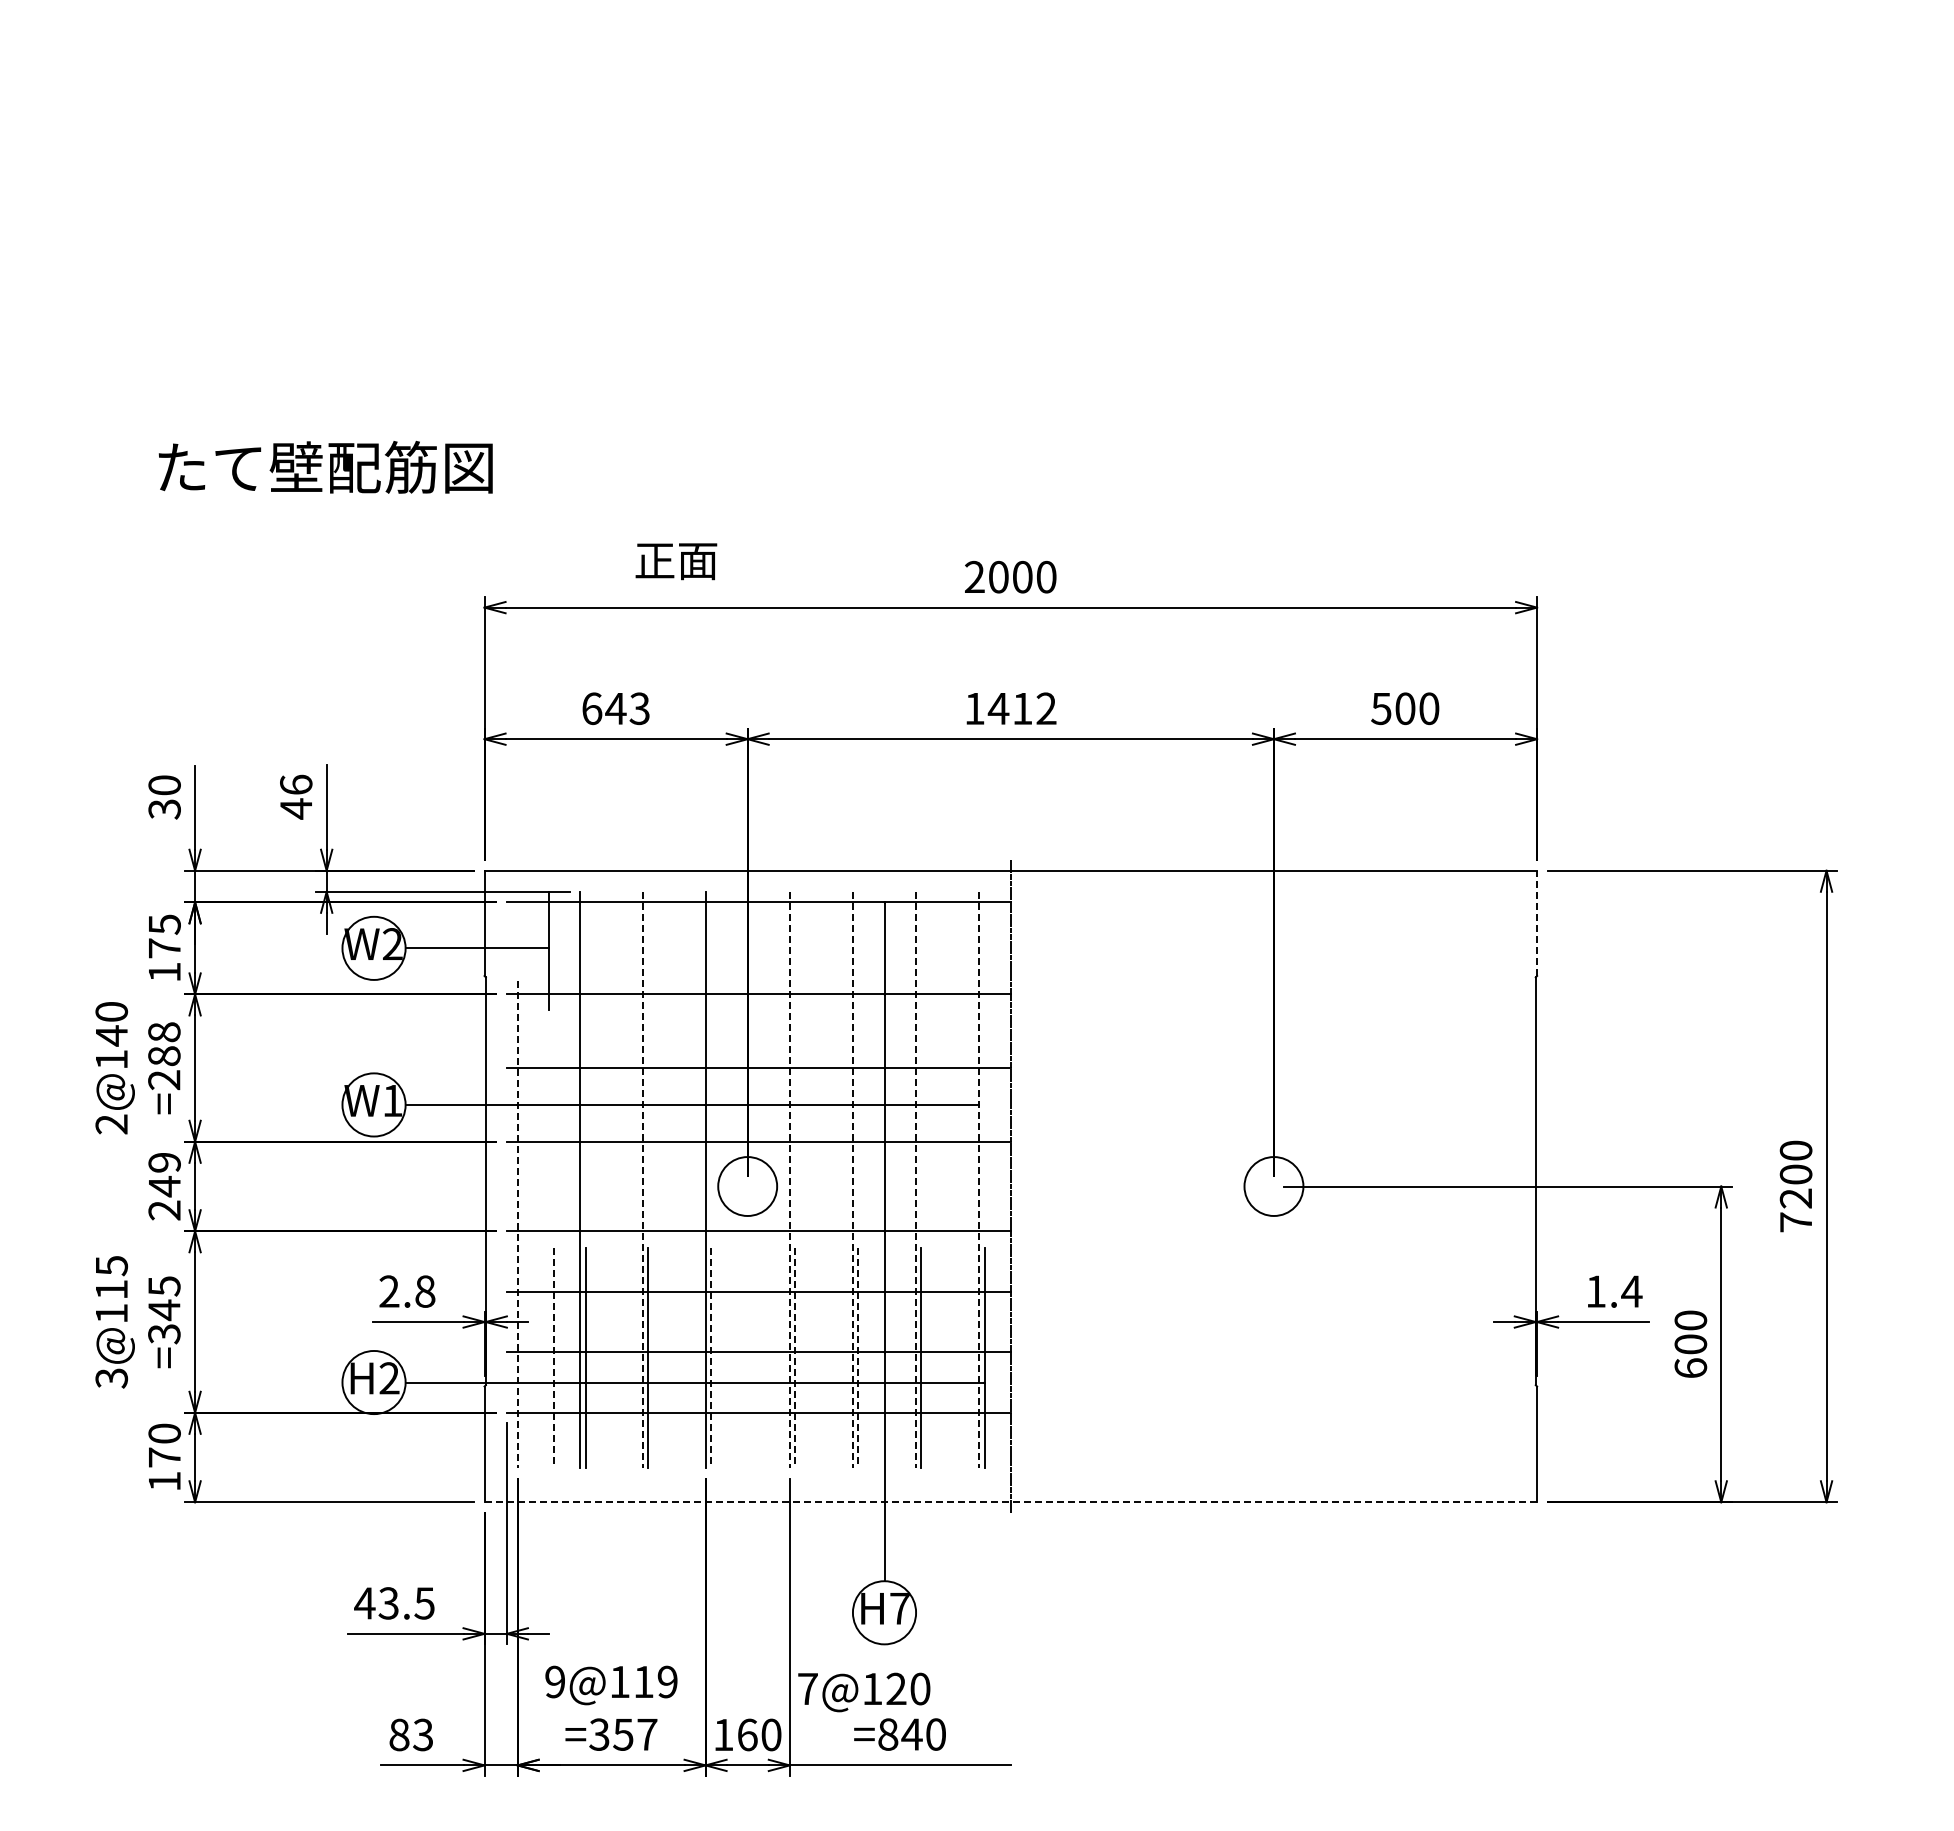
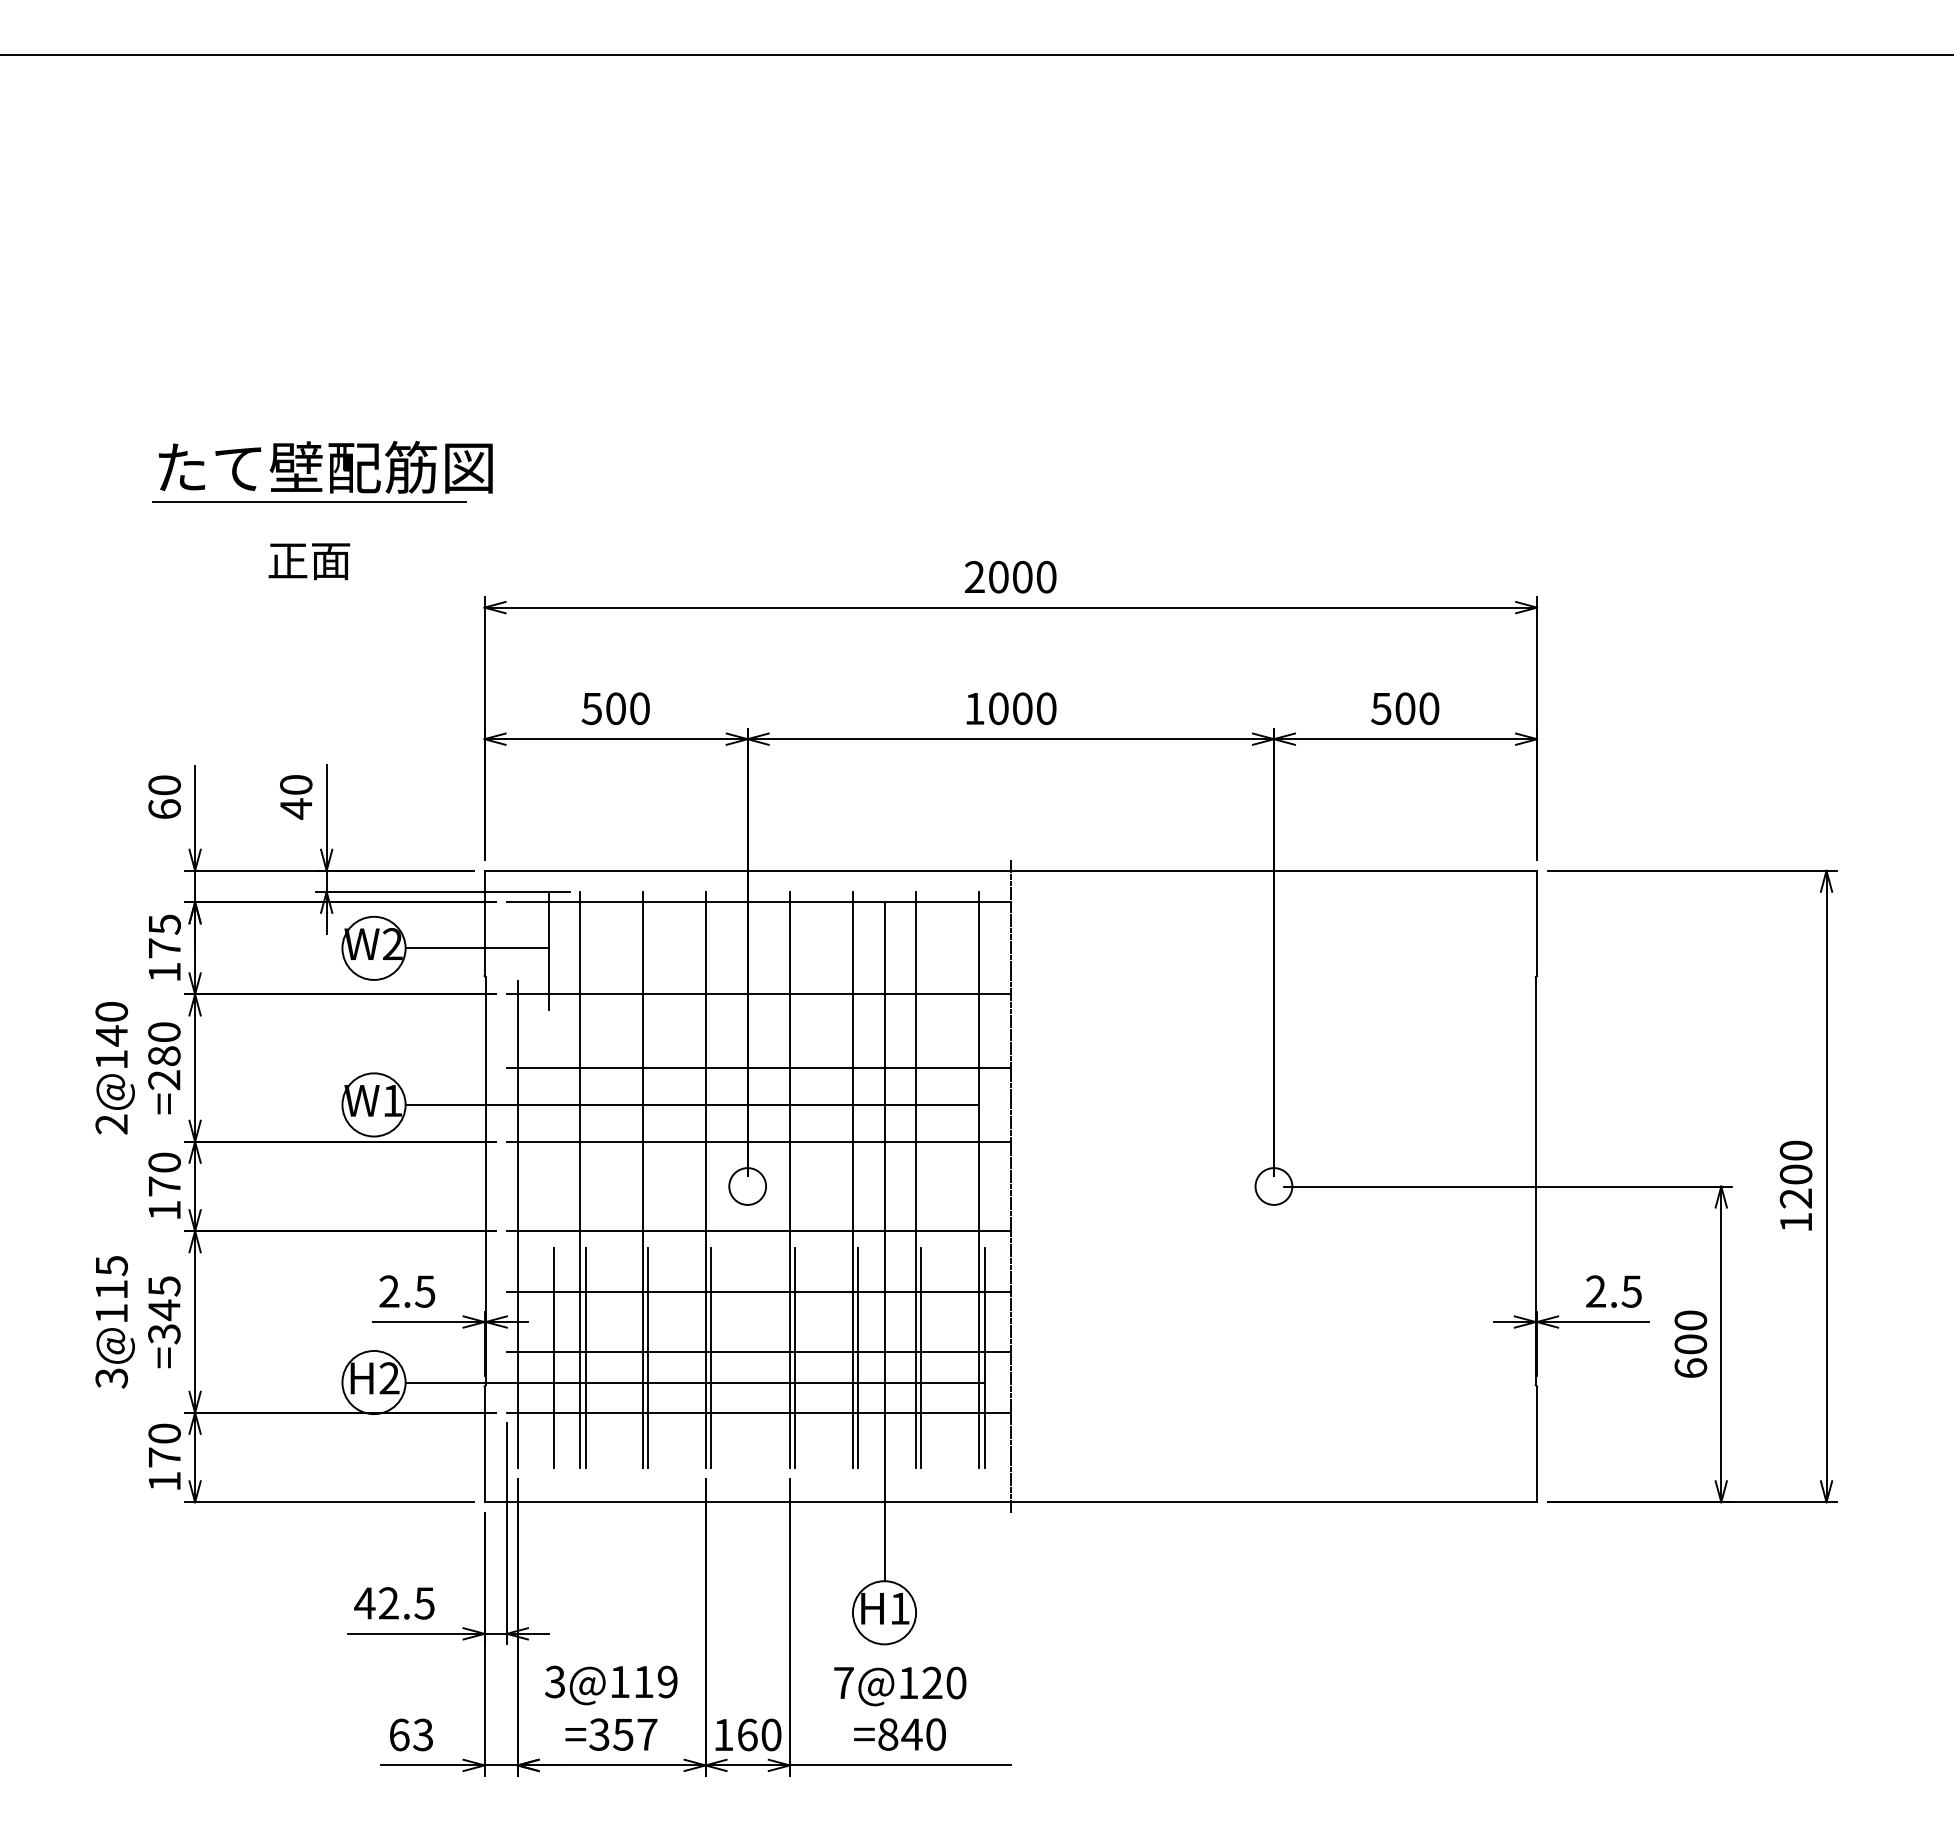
line at (976, 55): none -> present
line at (309, 502): none -> present
text at (676, 561) position: (676, 561) -> (309, 561)
text at (615, 708): 643 -> 500
text at (1021, 708): 1412 -> 1000
text at (296, 784): 46 -> 40
text at (164, 809): 30 -> 60
line at (1537, 923): dashed -> solid
text at (164, 1032): =288 -> =280
line at (642, 1180): dashed -> solid
line at (789, 1180): dashed -> solid
line at (852, 1180): dashed -> solid
line at (916, 1180): dashed -> solid
line at (979, 1180): dashed -> solid
text at (164, 1186): 249 -> 170
circle at (747, 1186) diameter: 59 px -> 37 px
circle at (1273, 1186) diameter: 59 px -> 37 px
text at (1795, 1222): 7200 -> 1200
line at (517, 1225): dashed -> solid
text at (424, 1291): 2.8 -> 2.5
text at (1614, 1291): 1.4 -> 2.5
line at (554, 1358): dashed -> solid
line at (710, 1358): dashed -> solid
line at (795, 1358): dashed -> solid
line at (858, 1358): dashed -> solid
line at (1011, 1502): dashed -> solid
text at (388, 1603): 43.5 -> 42.5
text at (899, 1608): H7 -> H1
text at (554, 1681): 9@119 -> 3@119
text at (864, 1692) position: (864, 1692) -> (900, 1686)
text at (399, 1734): 83 -> 63
